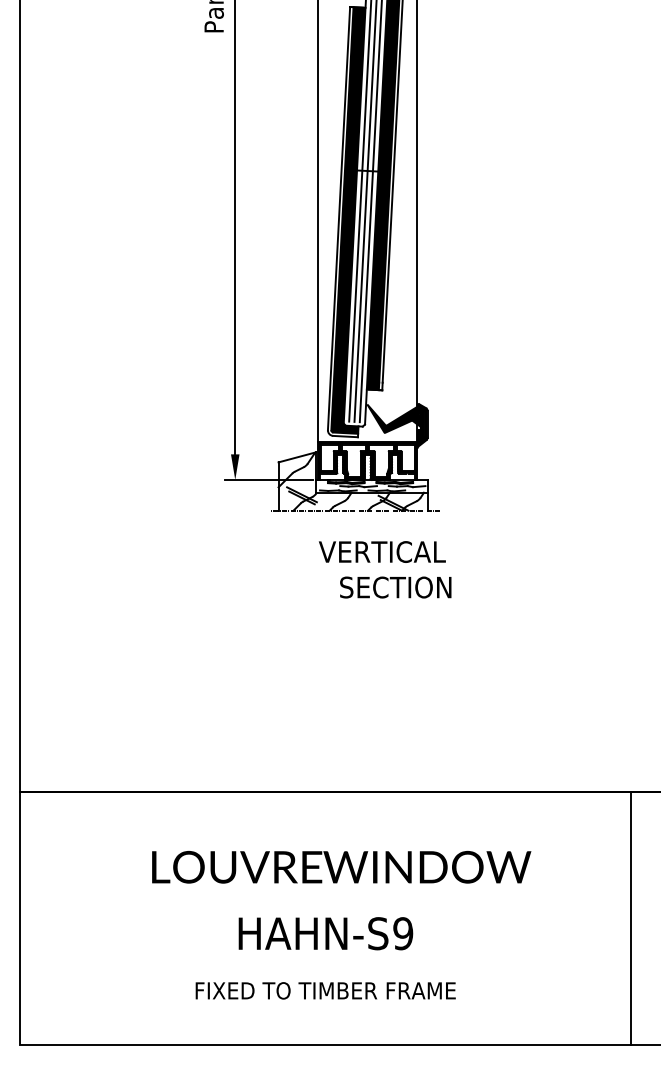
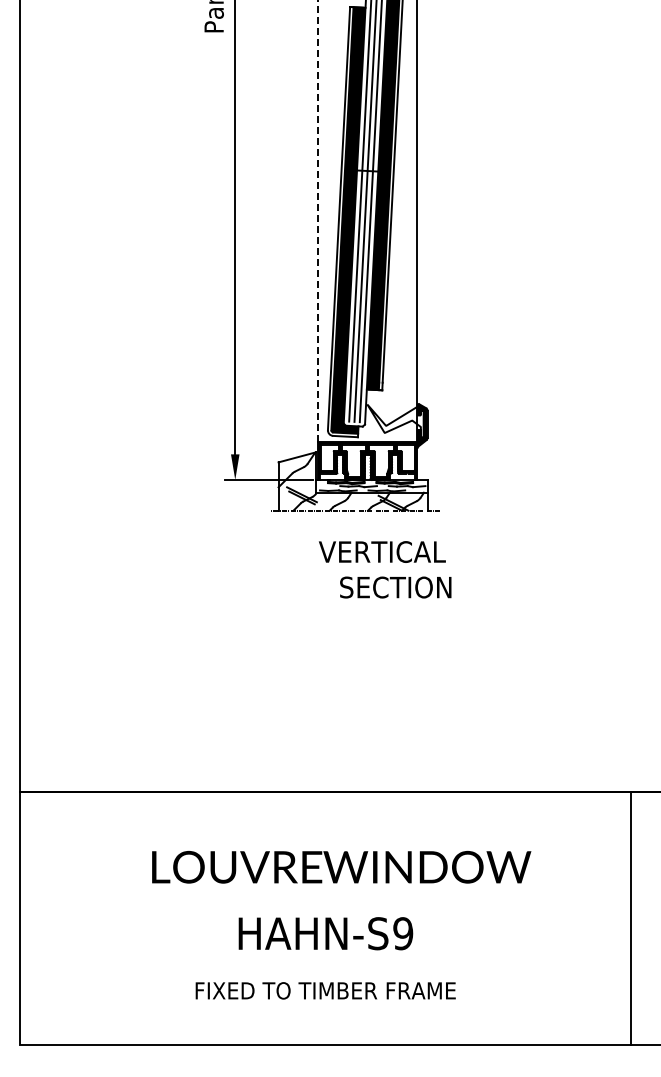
line at (317, 221): solid -> dashed
fill at (395, 420): present -> none
